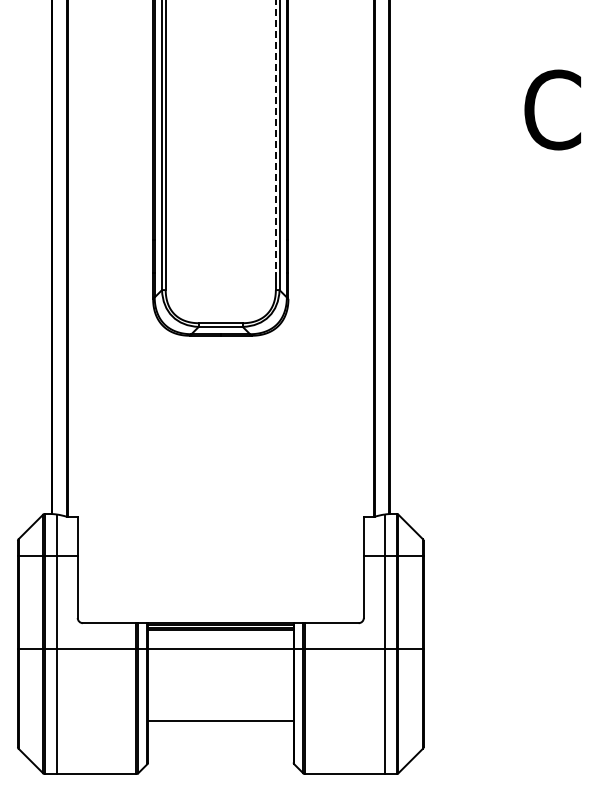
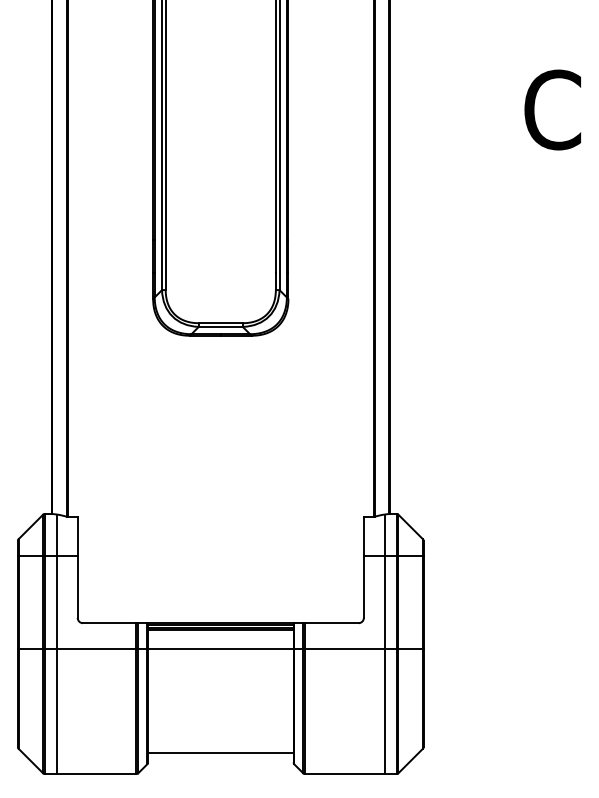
line at (275, 137): dashed -> solid
line at (220, 721) position: (220, 721) -> (220, 753)
